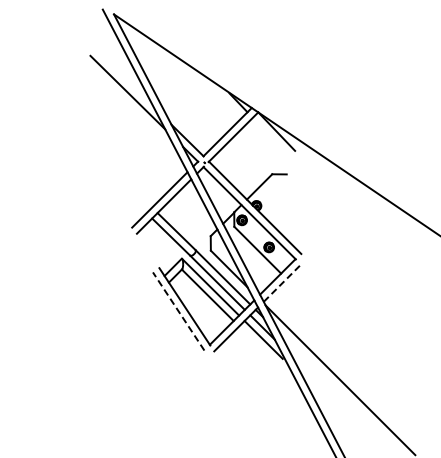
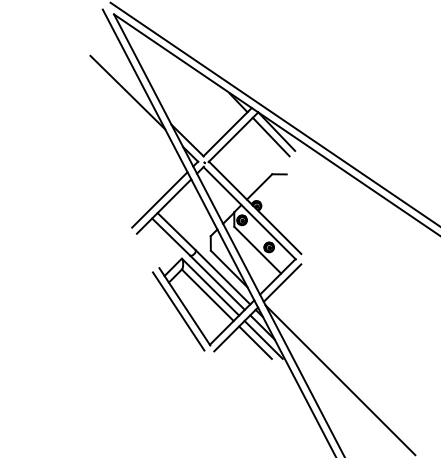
line at (273, 113): none -> present
line at (270, 136): none -> present
line at (282, 283): dashed -> solid
line at (178, 311): dashed -> solid
line at (255, 342): none -> present
